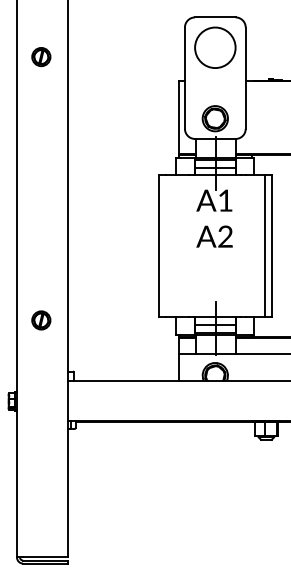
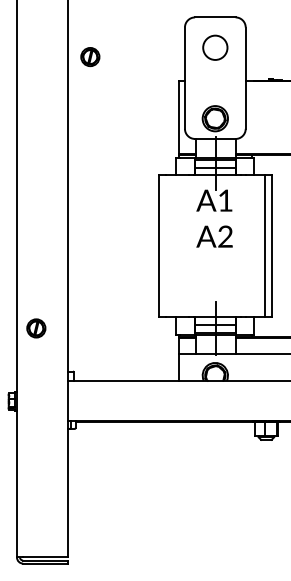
circle at (215, 47) diameter: 41 px -> 24 px
part at (41, 57) position: (41, 57) -> (90, 57)
part at (41, 320) position: (41, 320) -> (36, 328)
